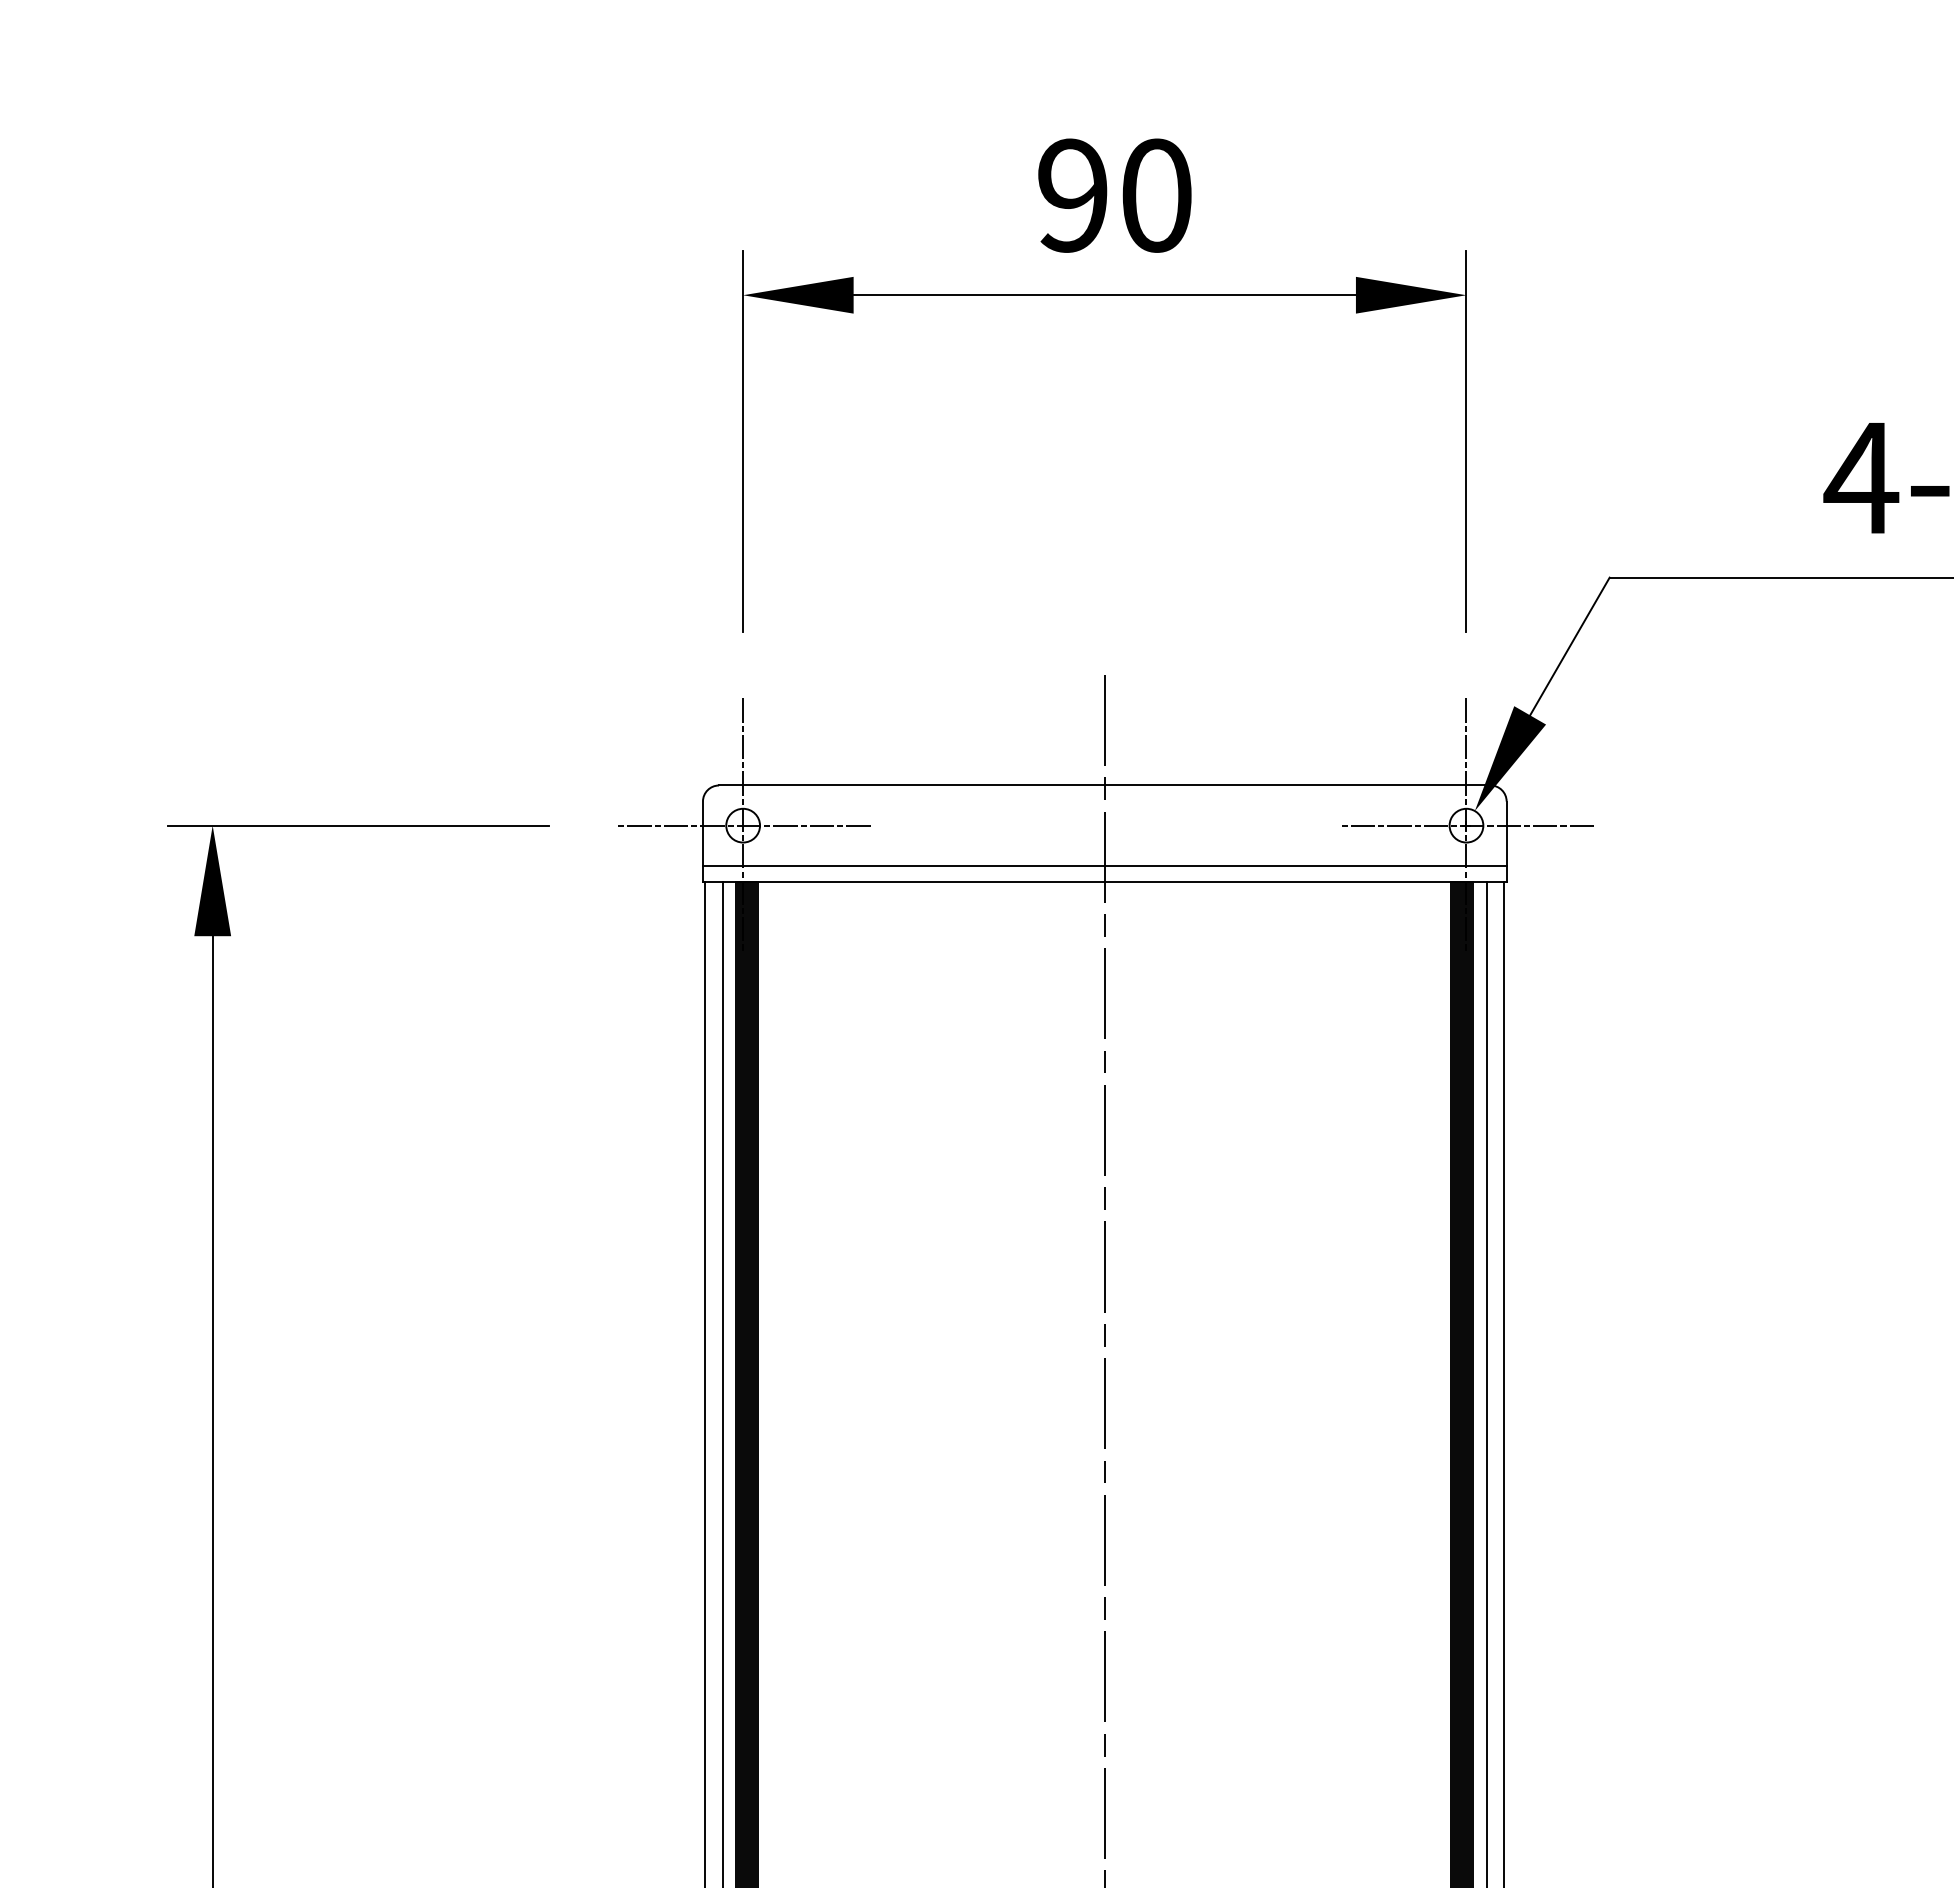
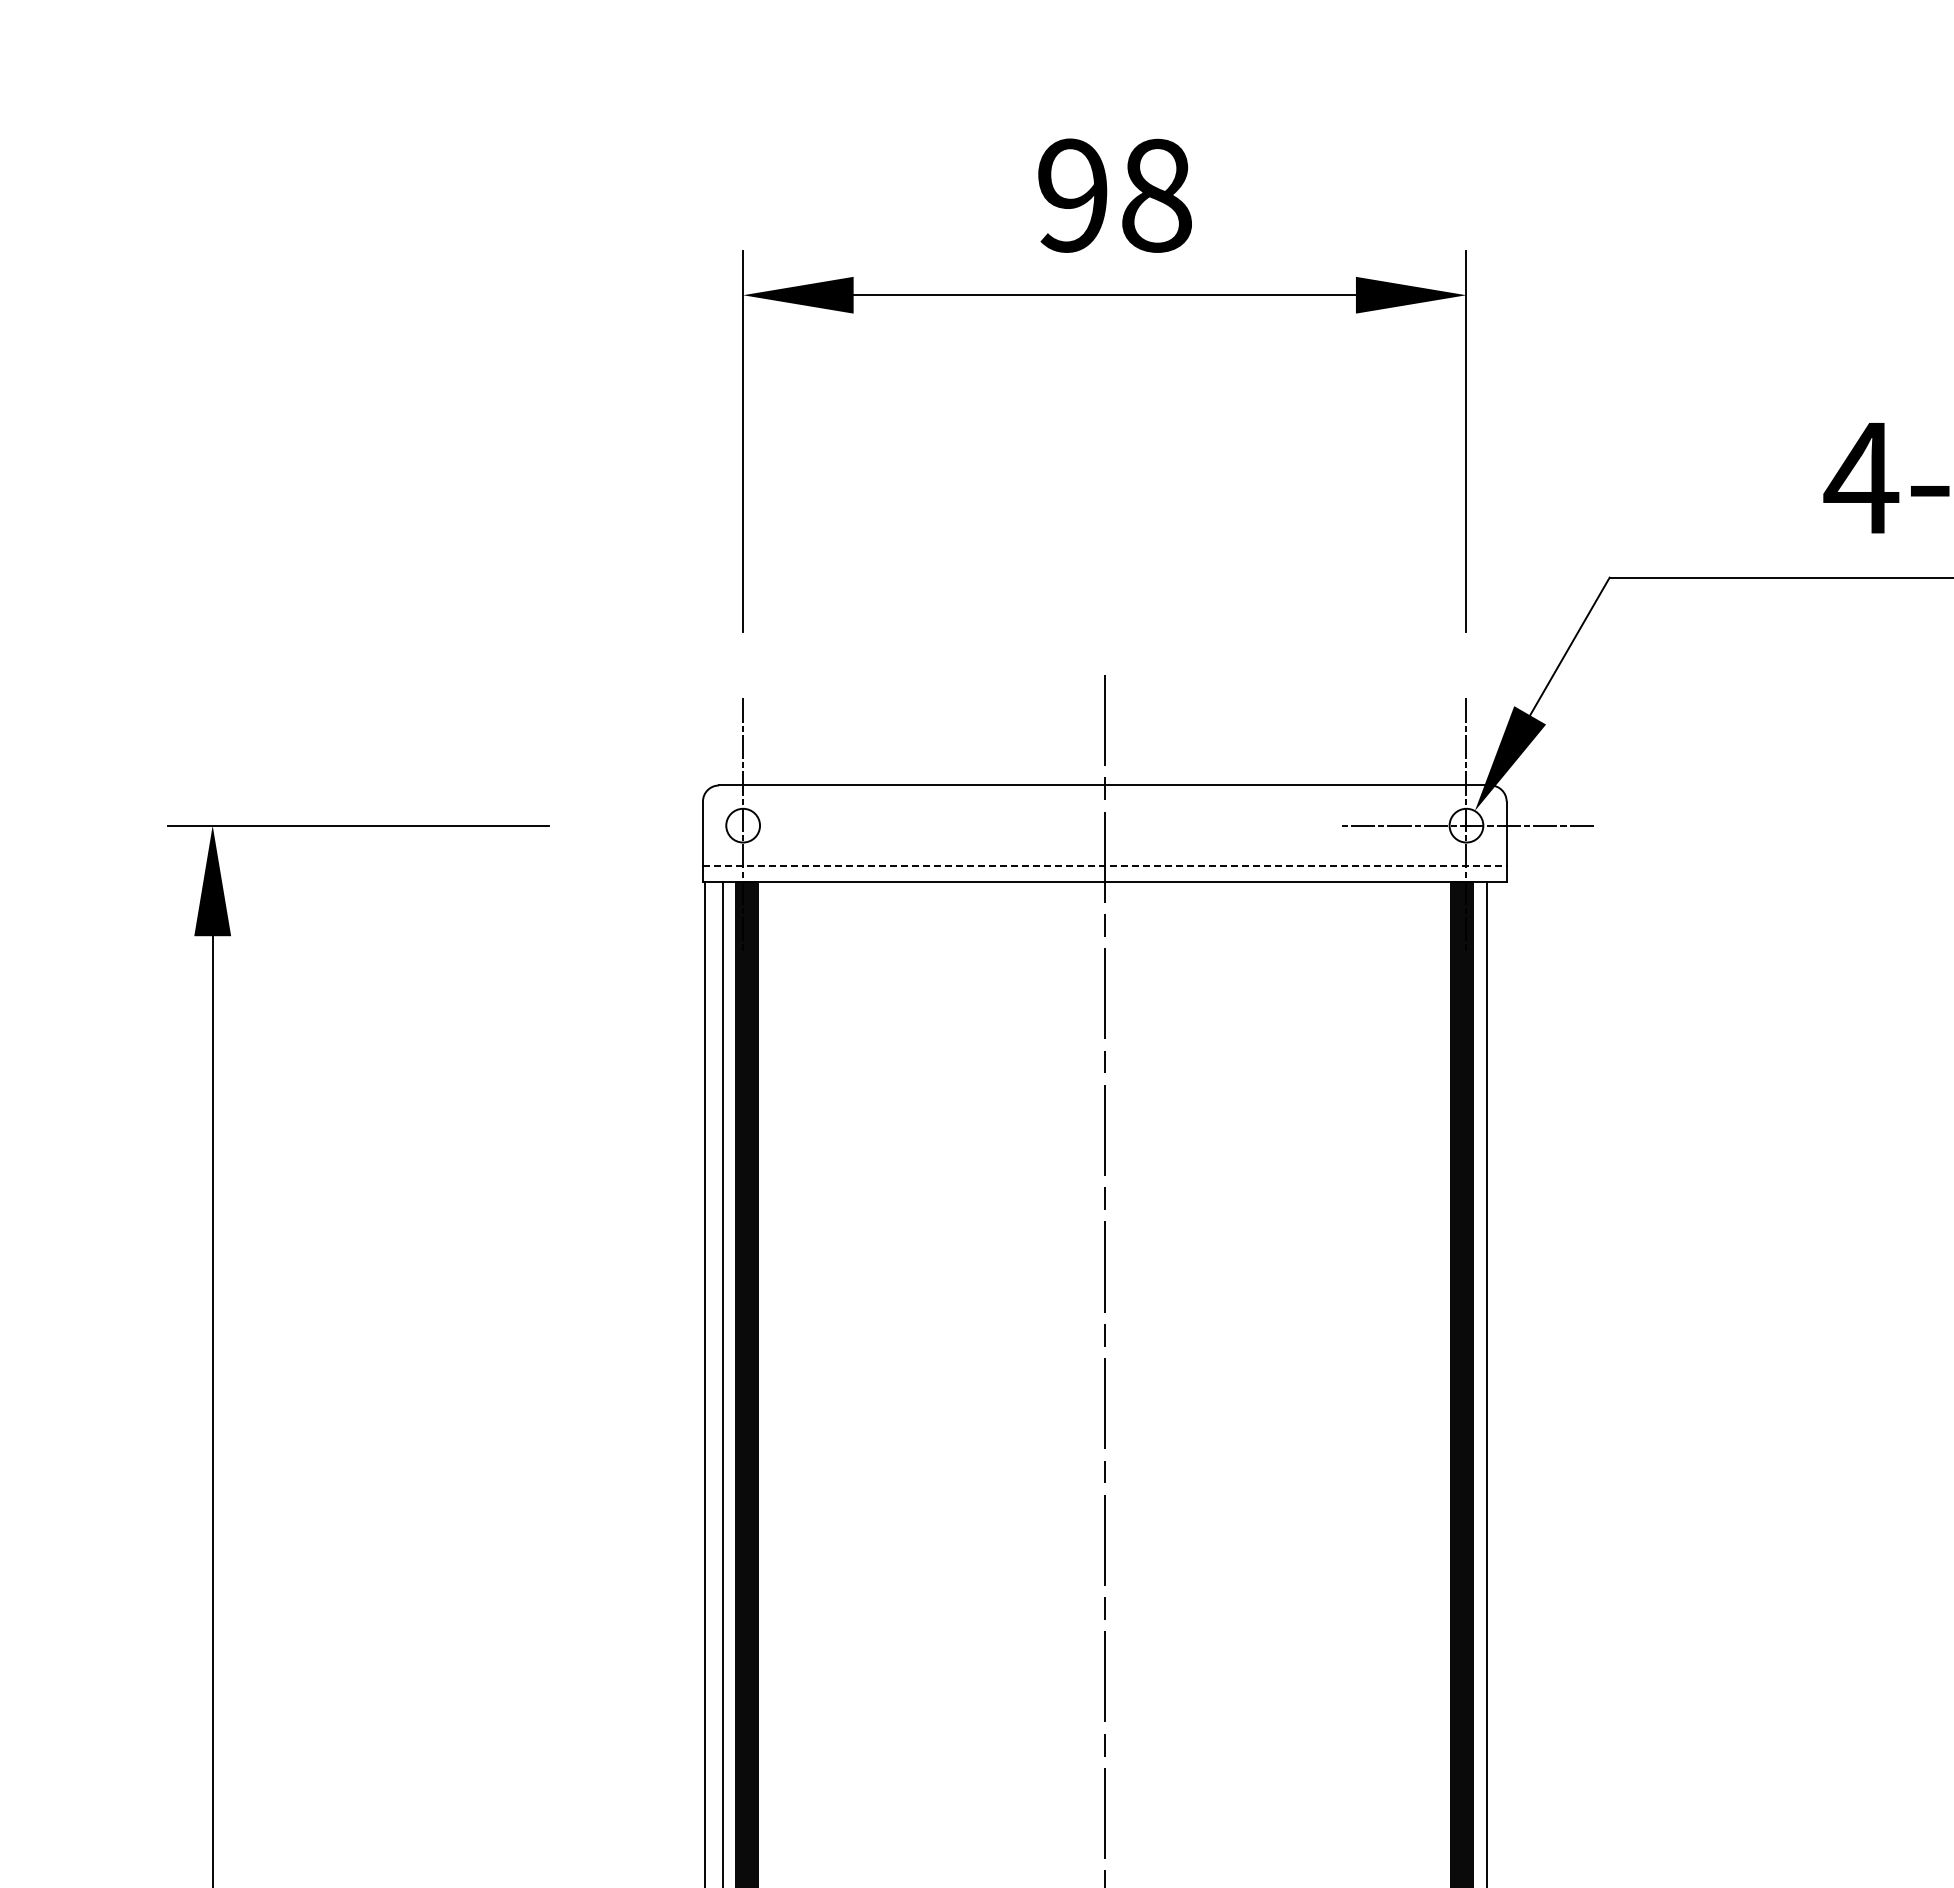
text at (1156, 195): 90 -> 98
line at (742, 825): present -> none
line at (1104, 865): solid -> dashed
line at (1504, 1382): present -> none
